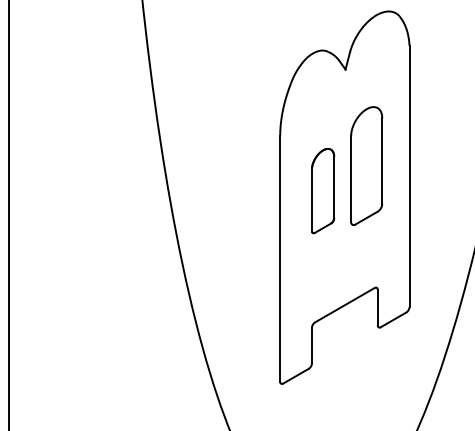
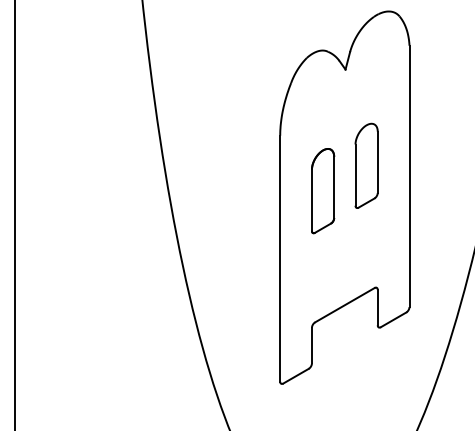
part at (366, 165) size: 34x120 px -> 25x87 px
line at (9, 214) position: (9, 214) -> (15, 214)
